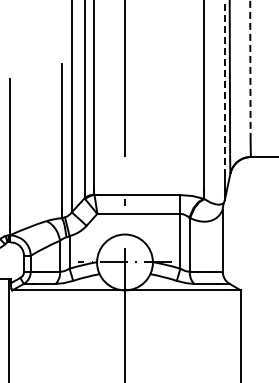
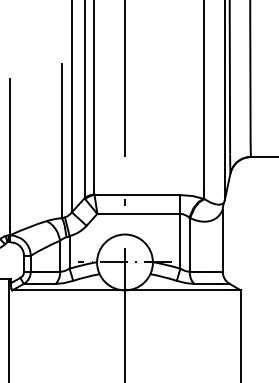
line at (250, 69): dashed -> solid
line at (224, 88): dashed -> solid
